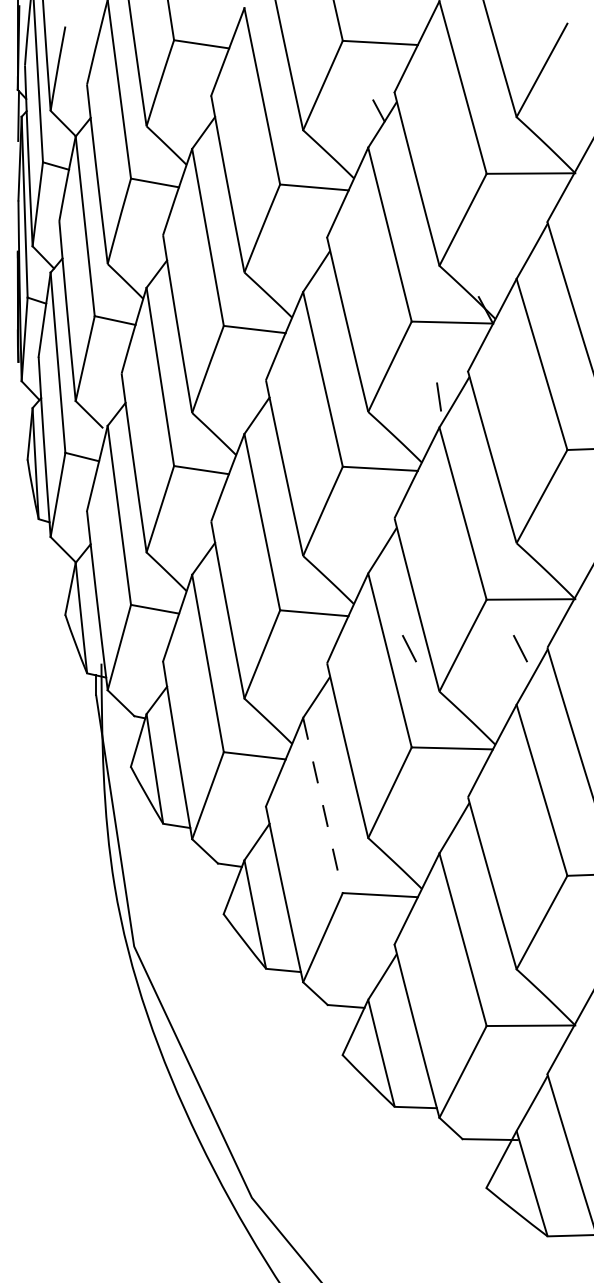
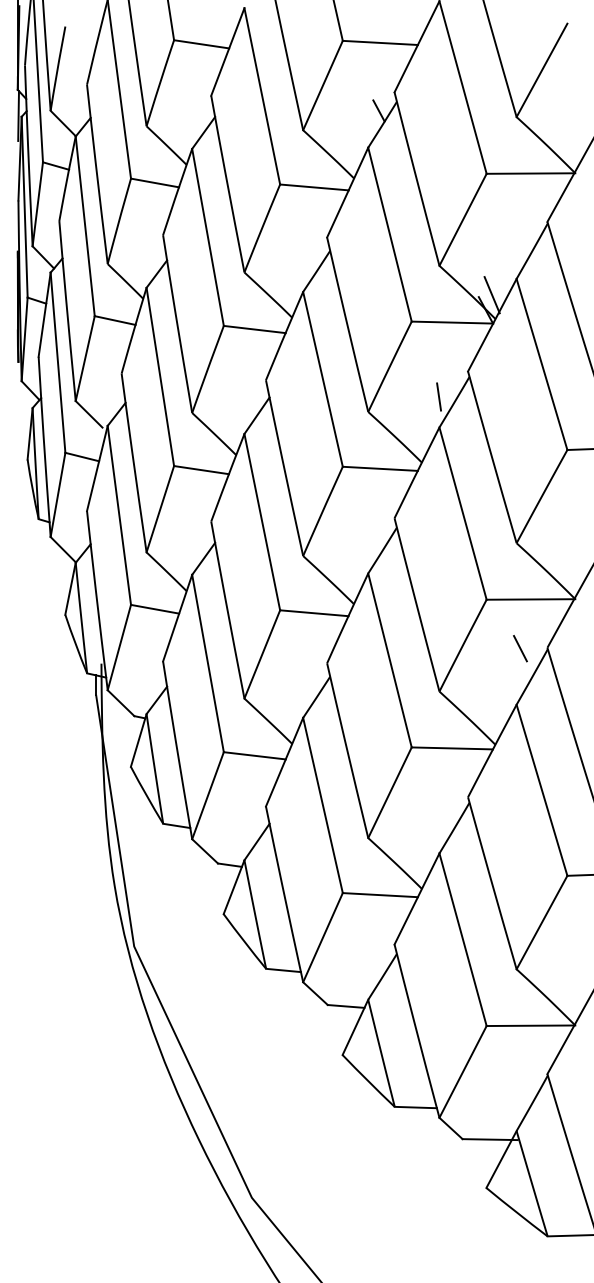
line at (491, 295): none -> present
line at (409, 648): present -> none
line at (322, 805): dashed -> solid
